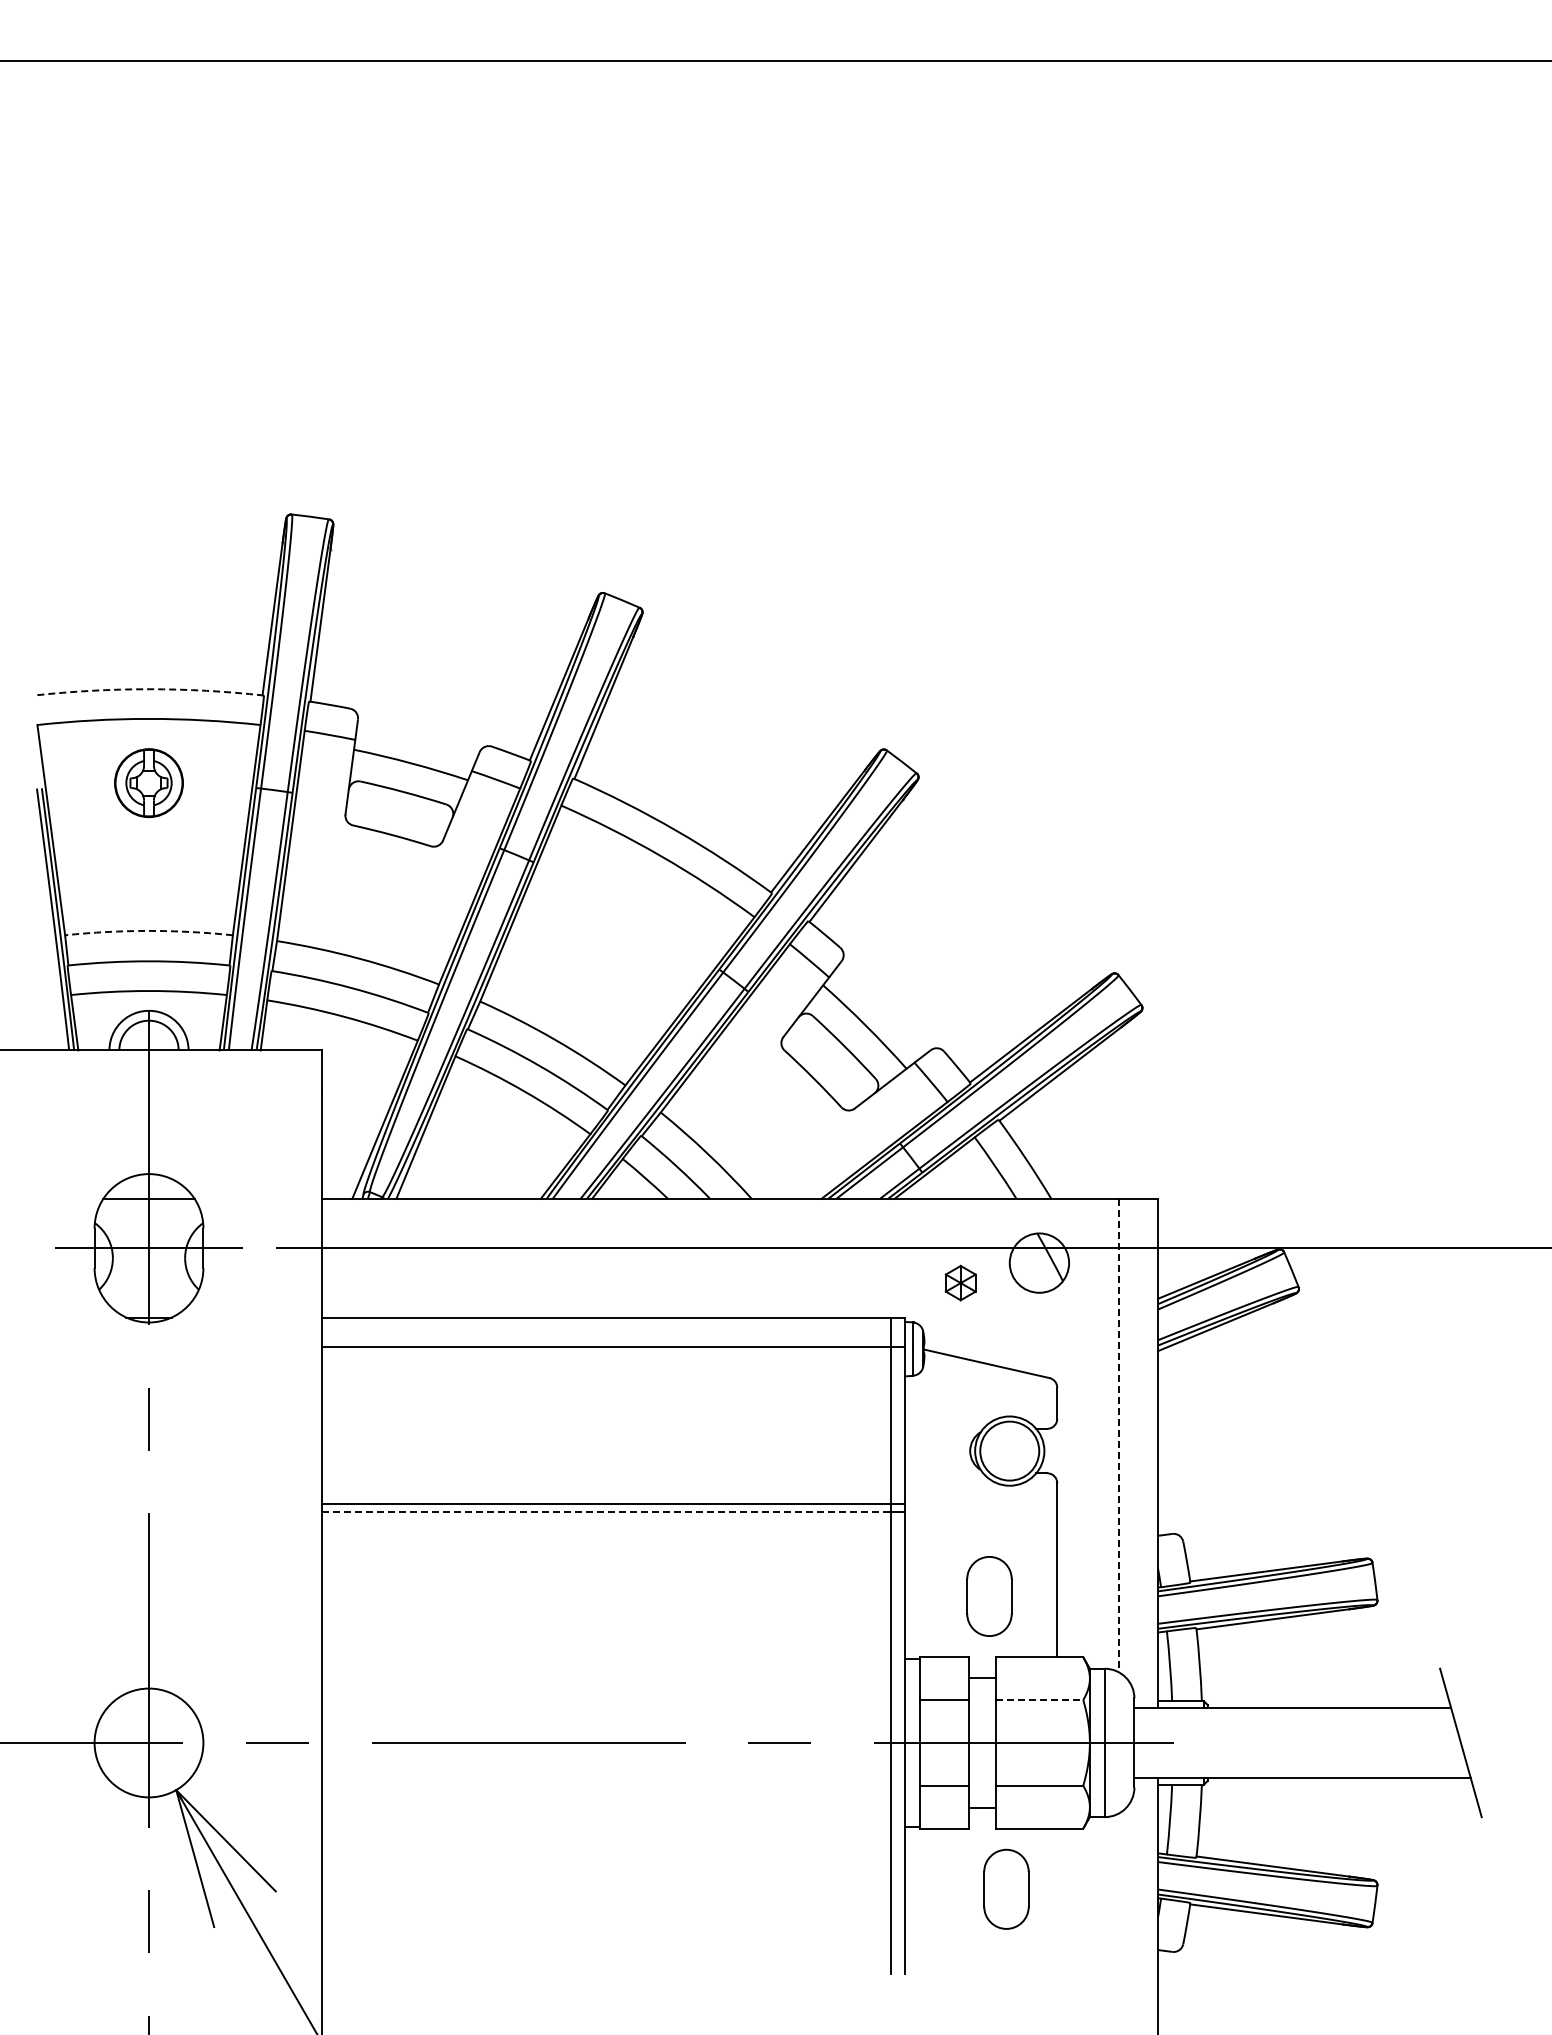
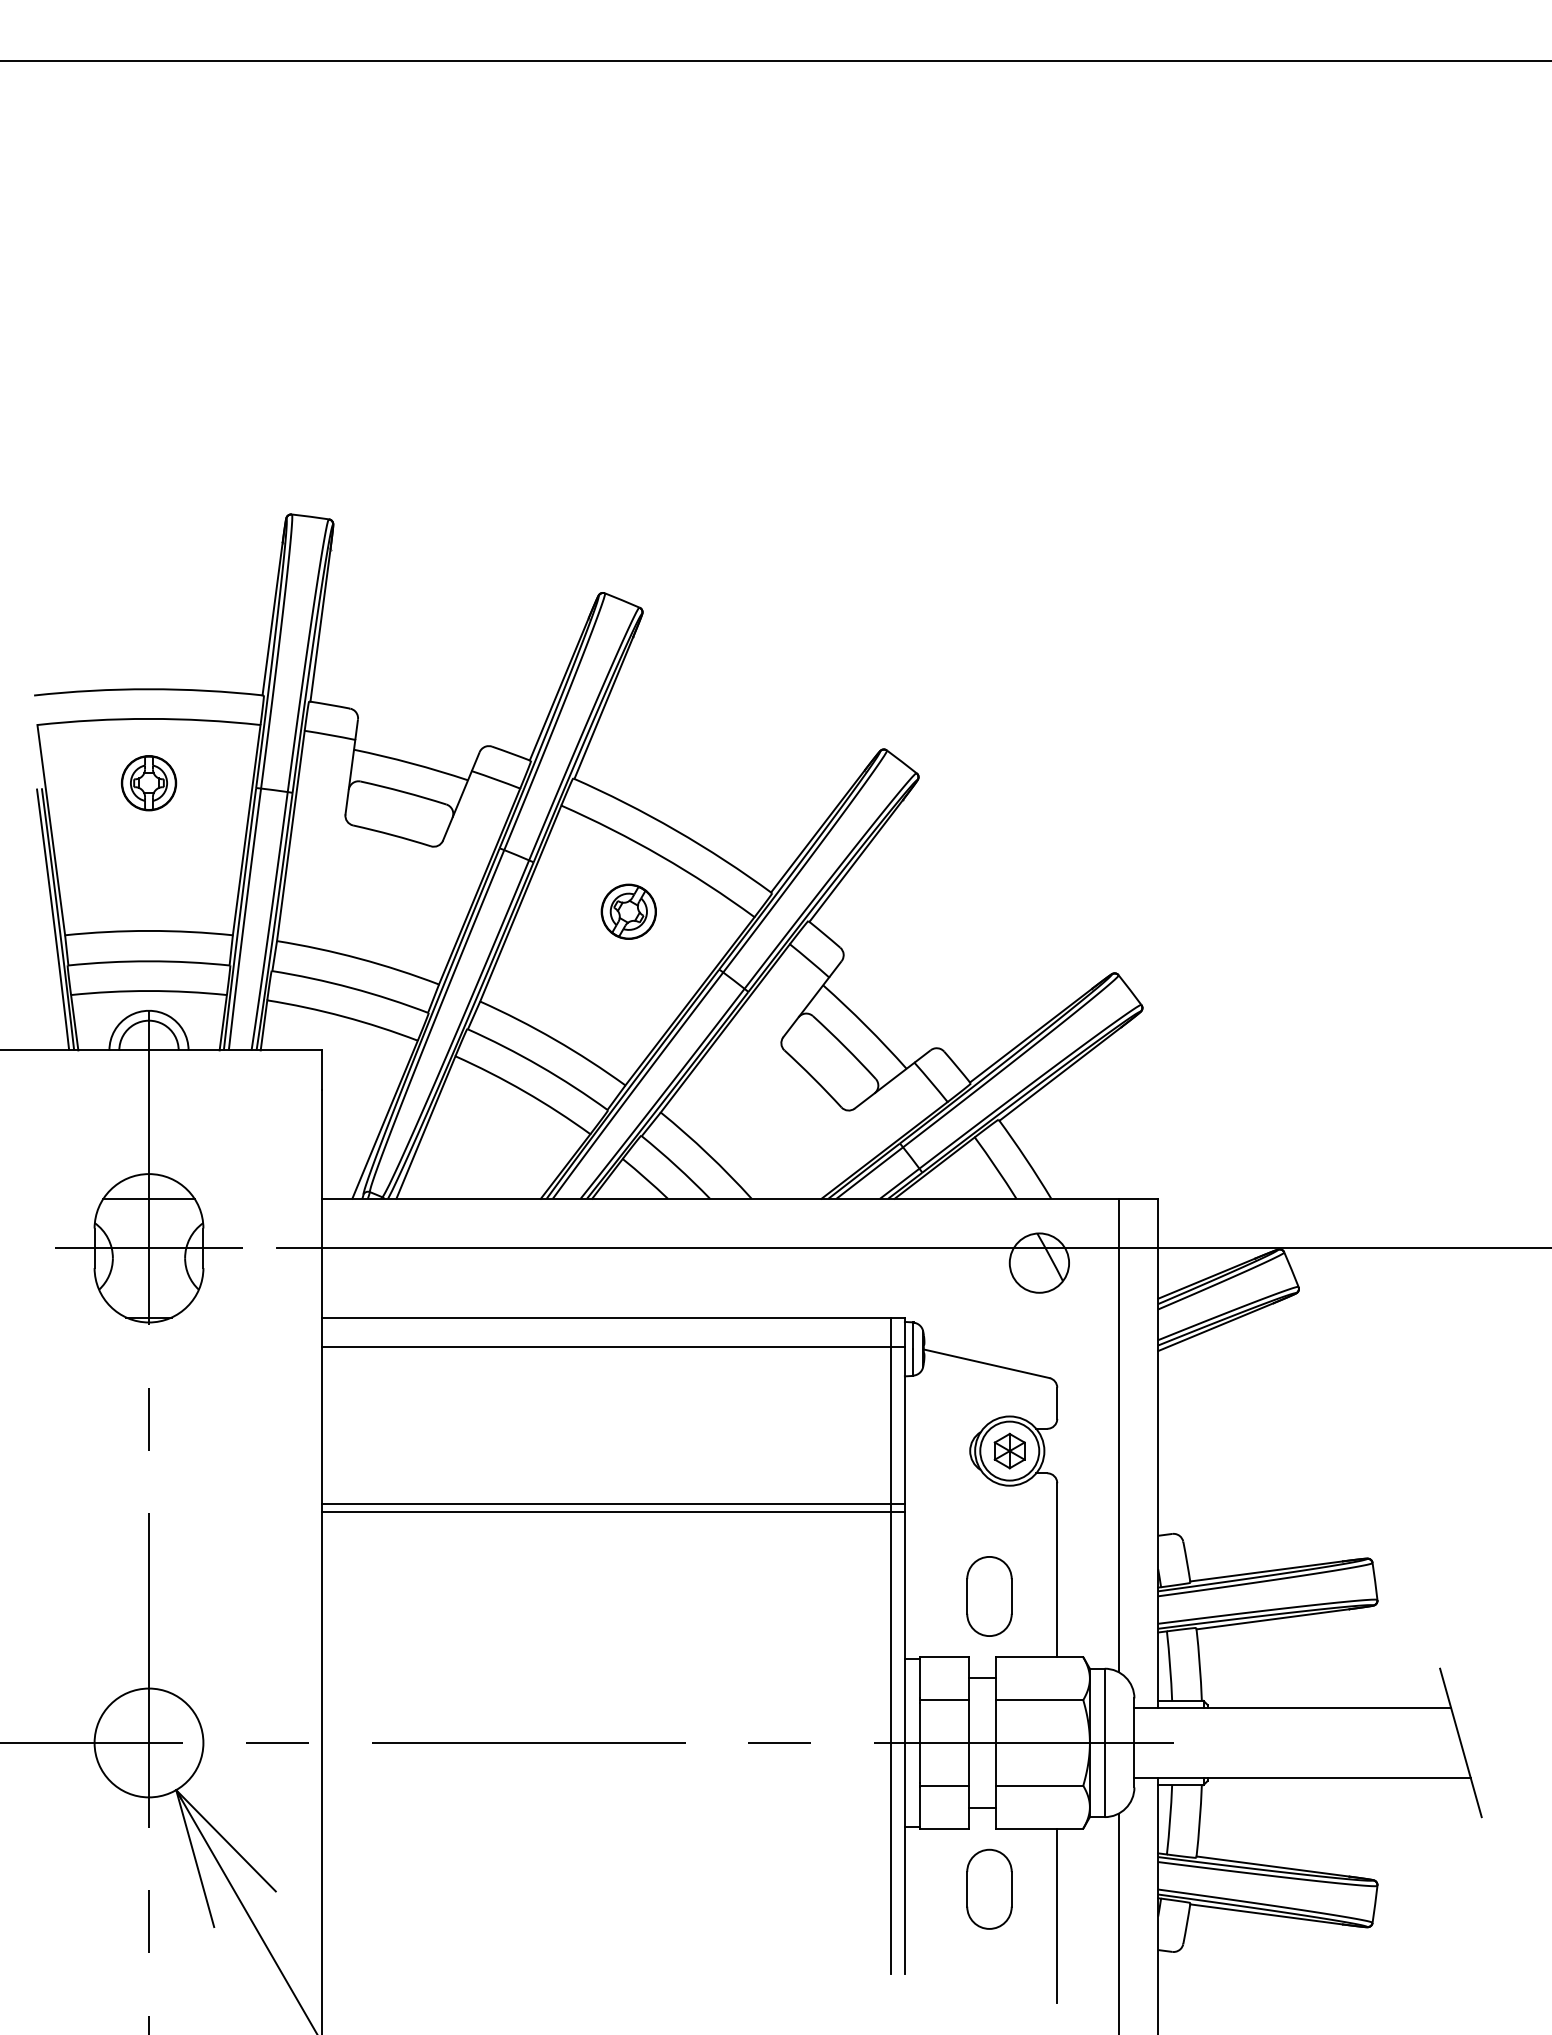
arc at (149, 689): dashed -> solid
part at (148, 783) size: 70x71 px -> 58x57 px
part at (628, 911): none -> present
arc at (149, 930): dashed -> solid
part at (960, 1282) position: (960, 1282) -> (1009, 1450)
line at (1118, 1435): dashed -> solid
line at (607, 1511): dashed -> solid
line at (1039, 1700): dashed -> solid
part at (1006, 1888) position: (1006, 1888) -> (989, 1888)
line at (1057, 1915): none -> present
line at (1118, 1922): none -> present
